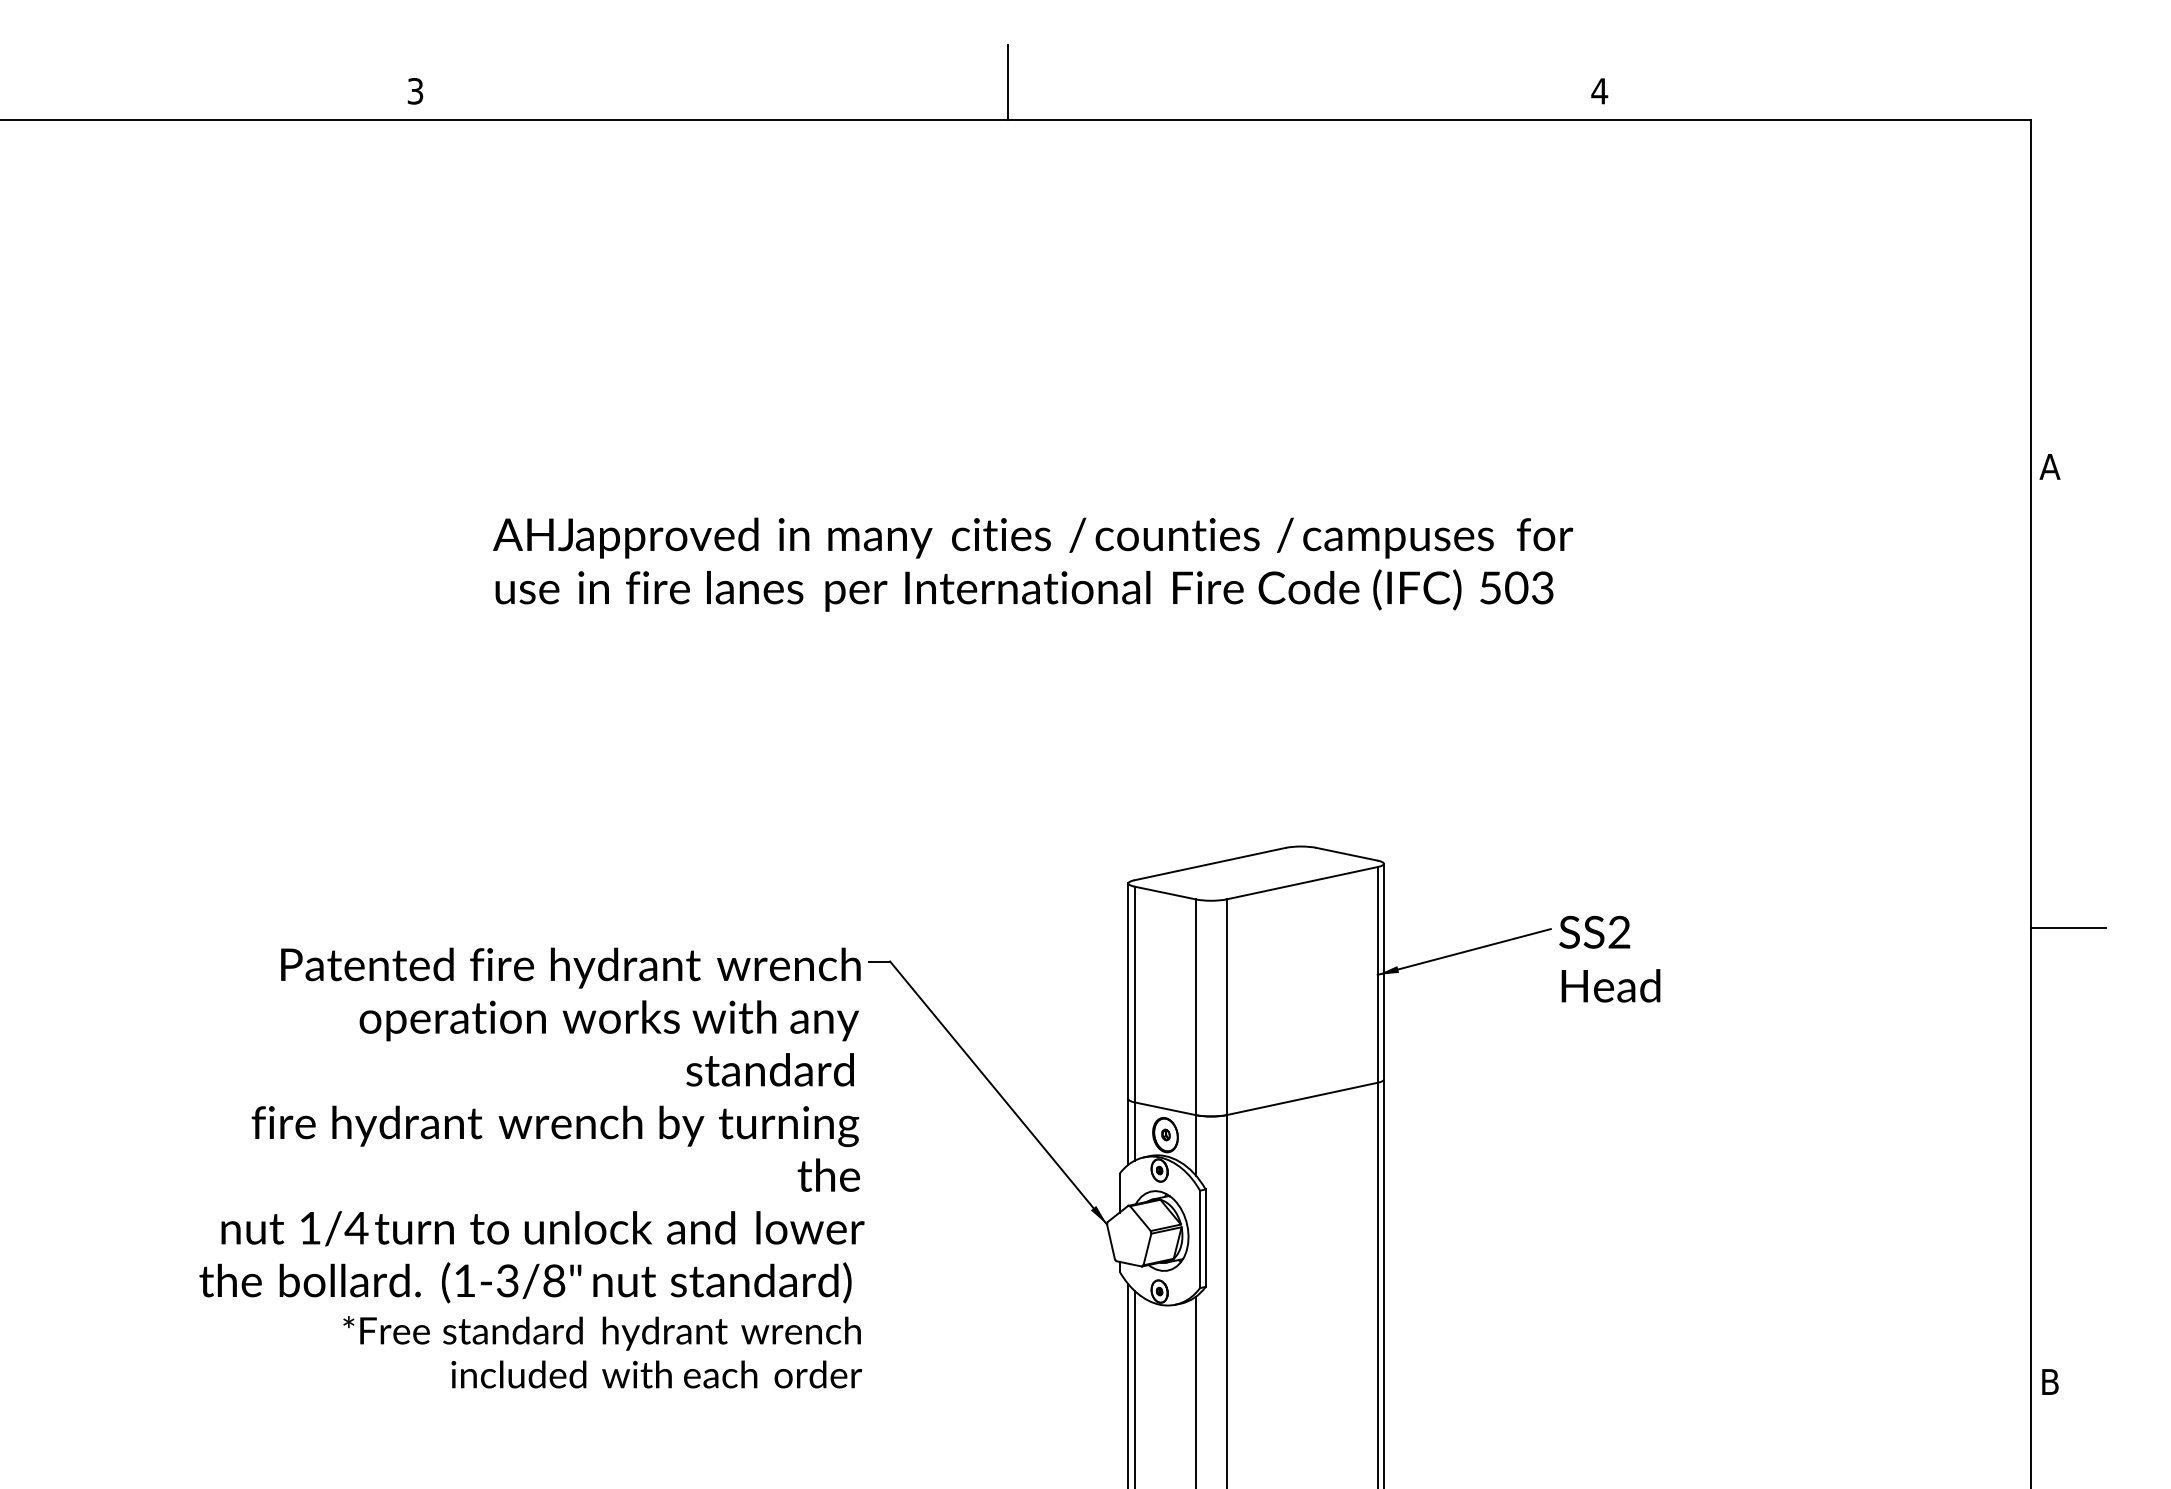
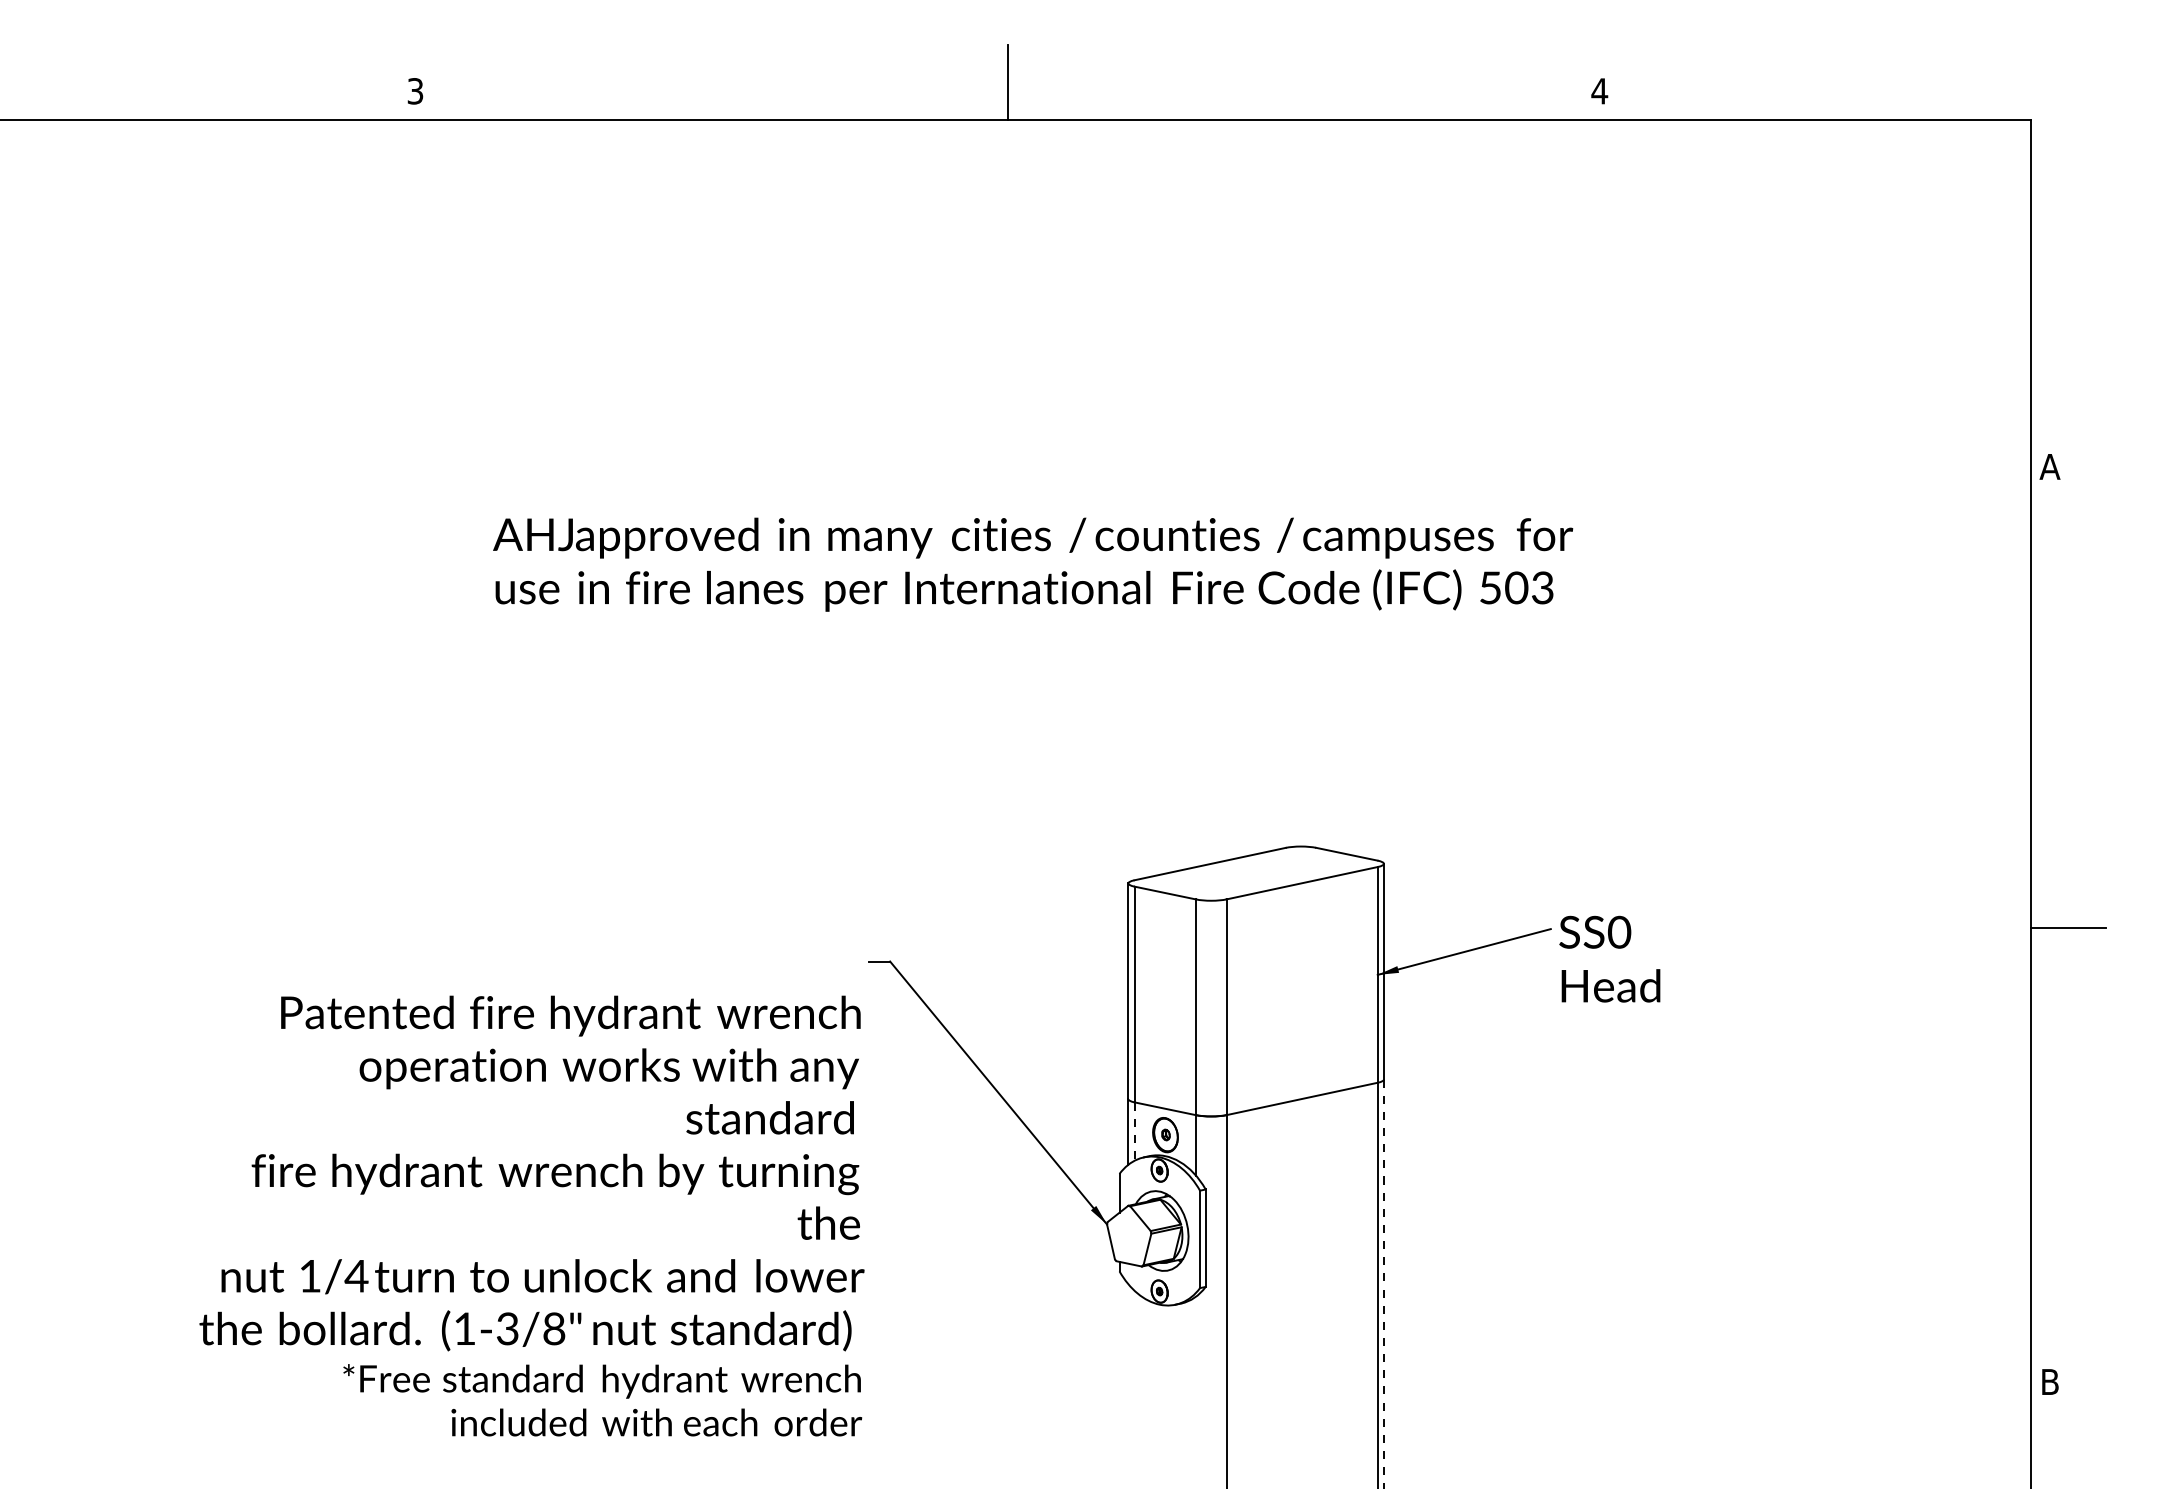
text at (1619, 932): SS2 -> SS0
line at (1134, 1132): solid -> dashed
text at (531, 1167) position: (531, 1167) -> (531, 1215)
line at (1383, 1284): solid -> dashed
line at (1128, 1384): present -> none
line at (1134, 1388): present -> none
line at (1196, 1390): present -> none
